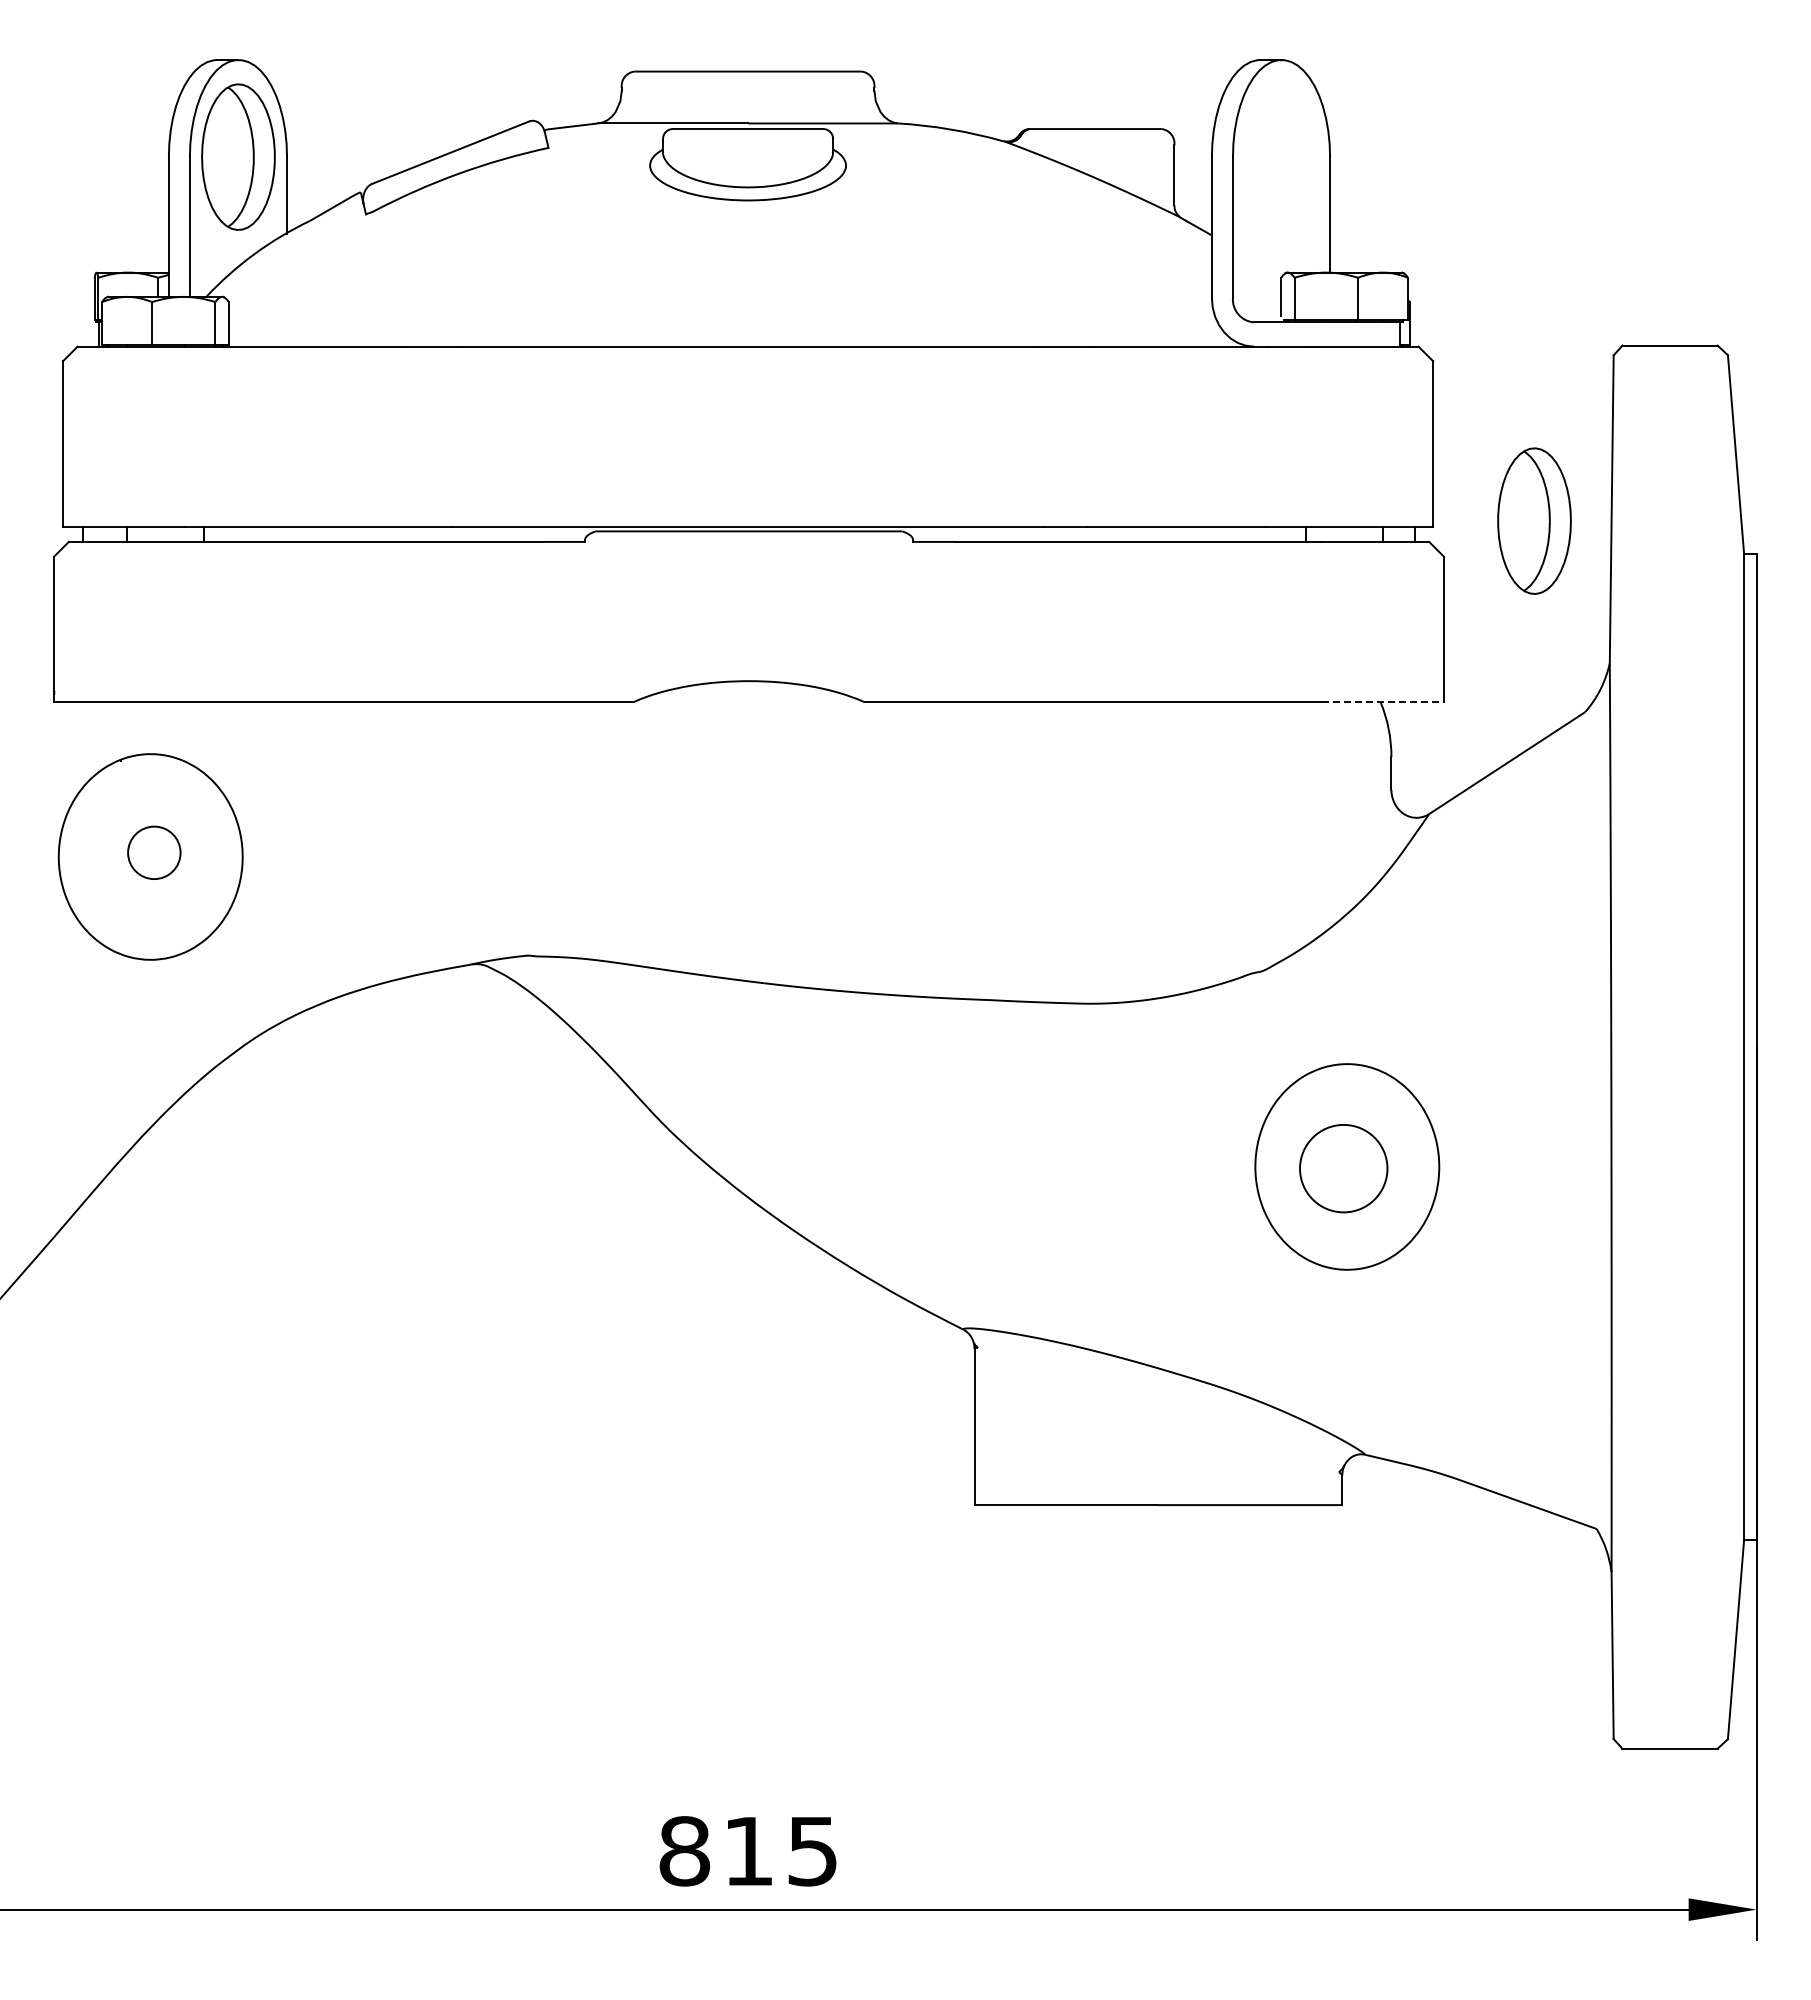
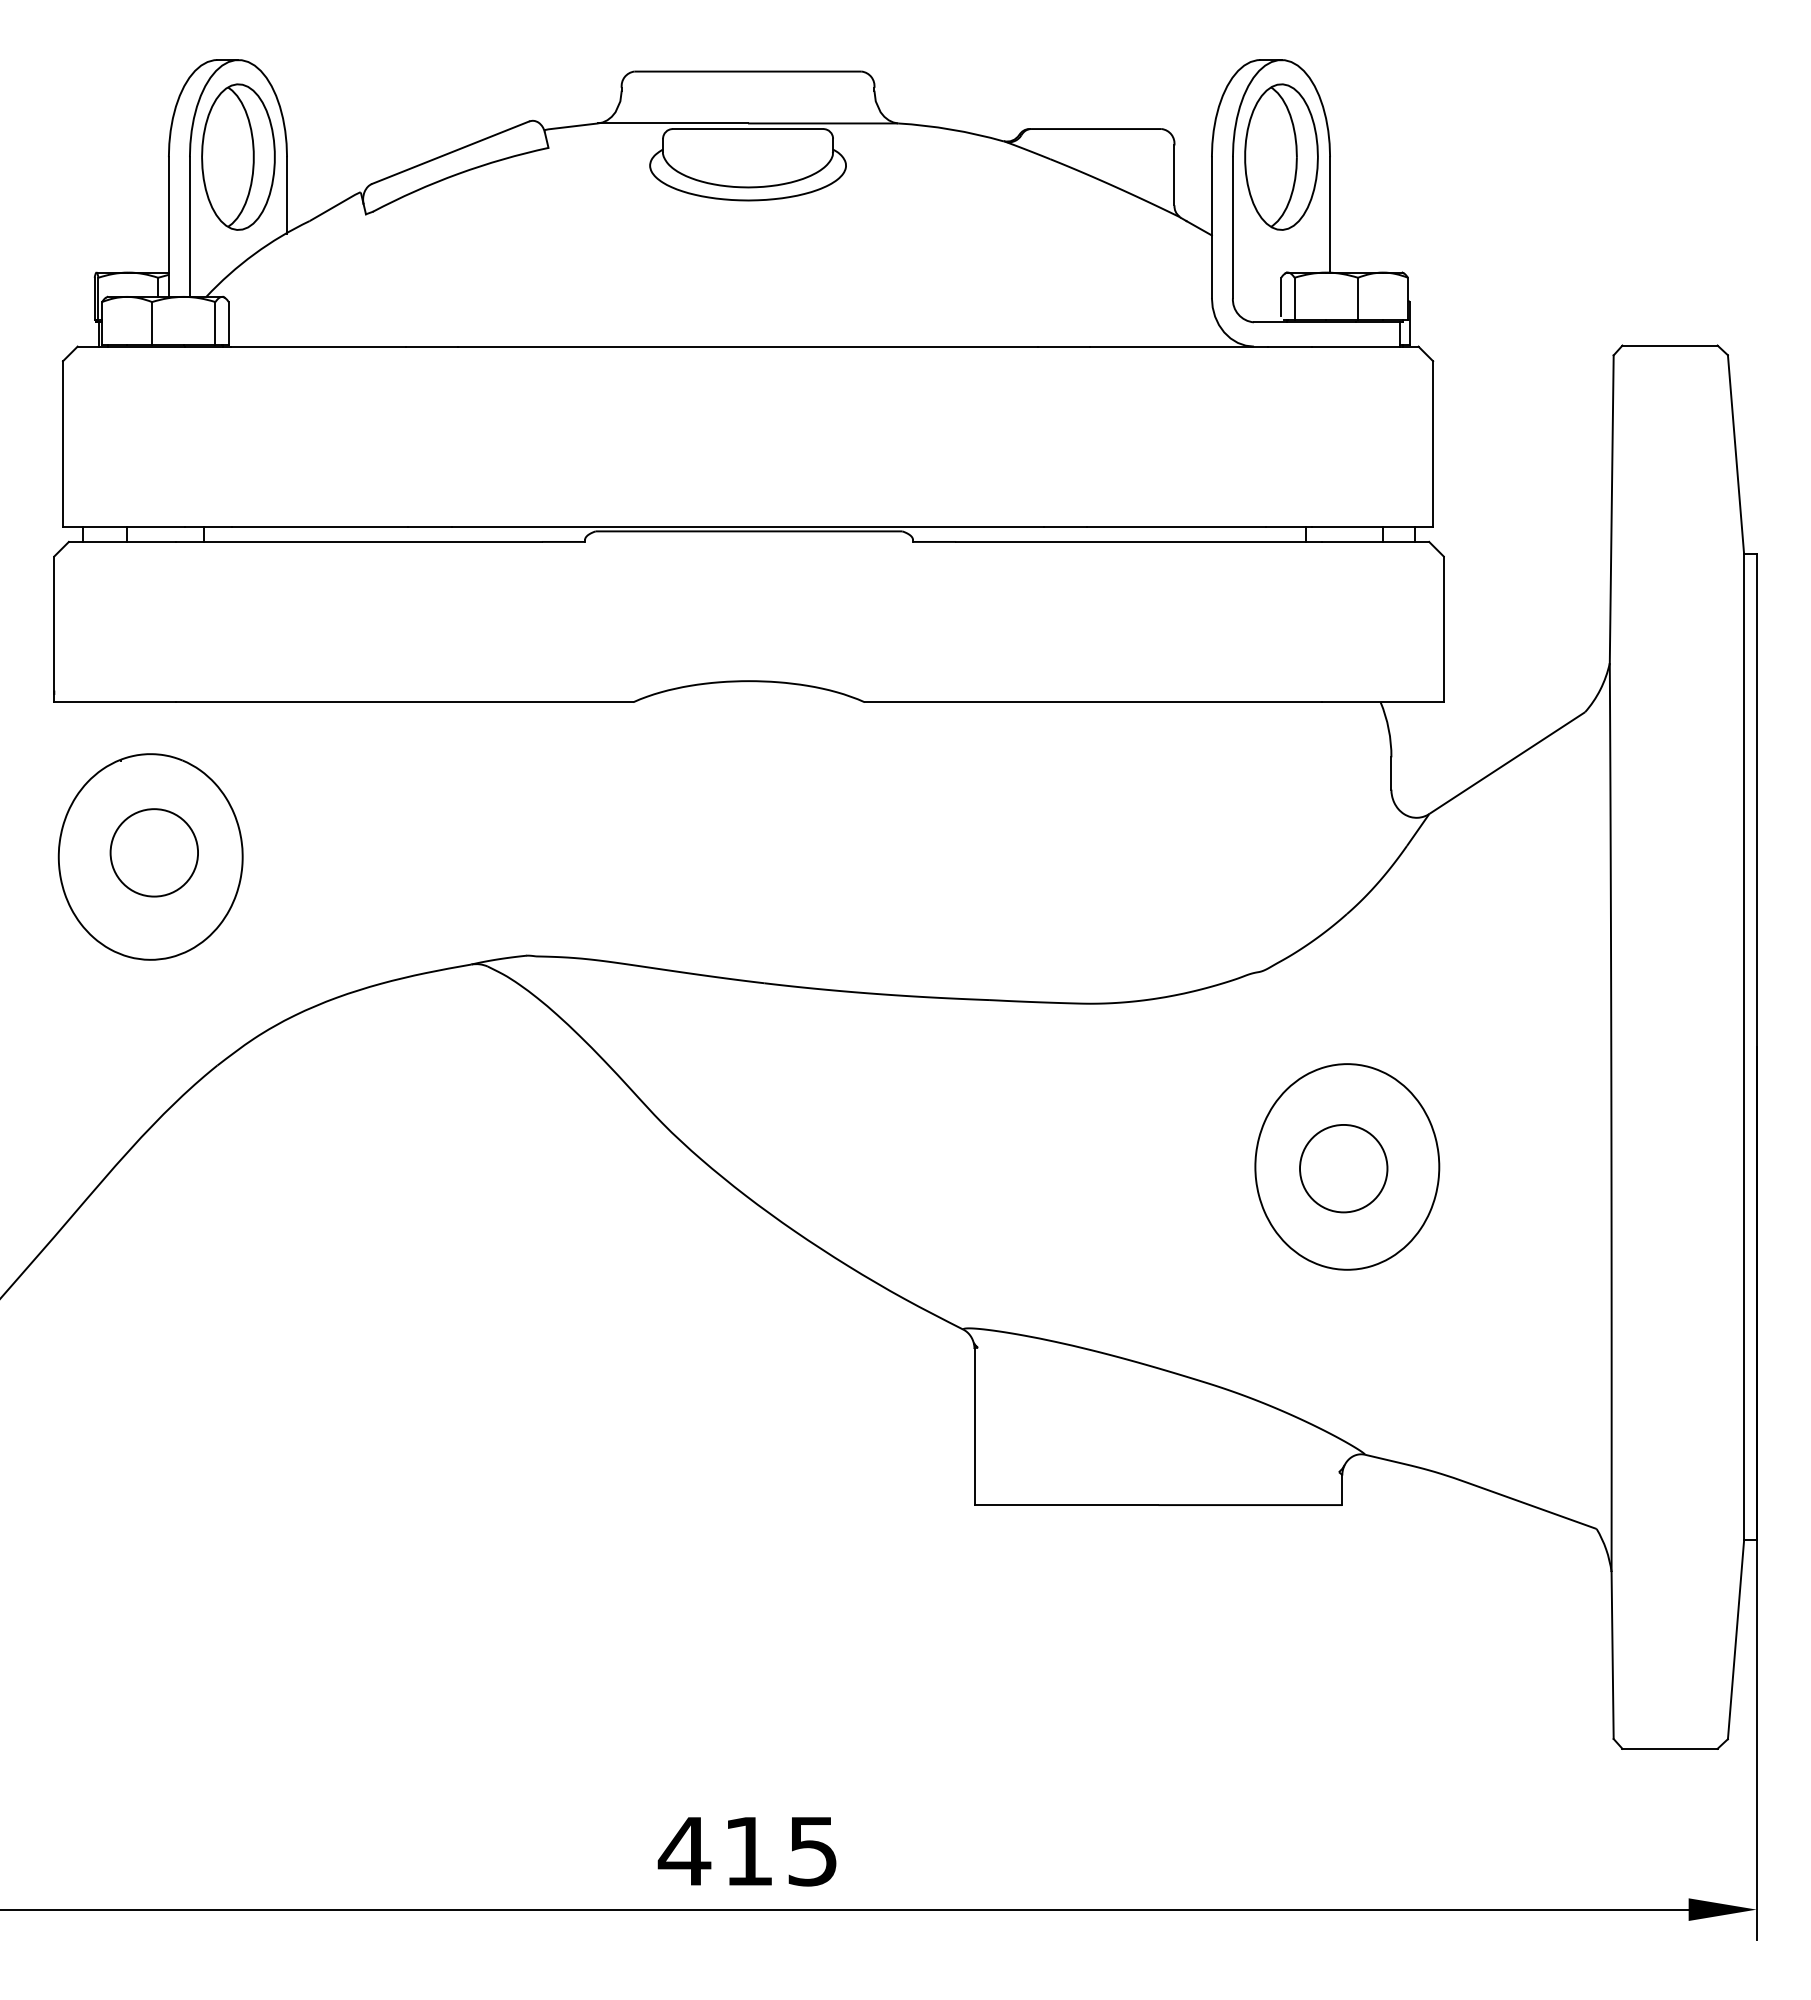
part at (1534, 520) position: (1534, 520) -> (1281, 156)
line at (1383, 702): dashed -> solid
circle at (154, 852) diameter: 52 px -> 87 px
text at (684, 1851): 815 -> 415
